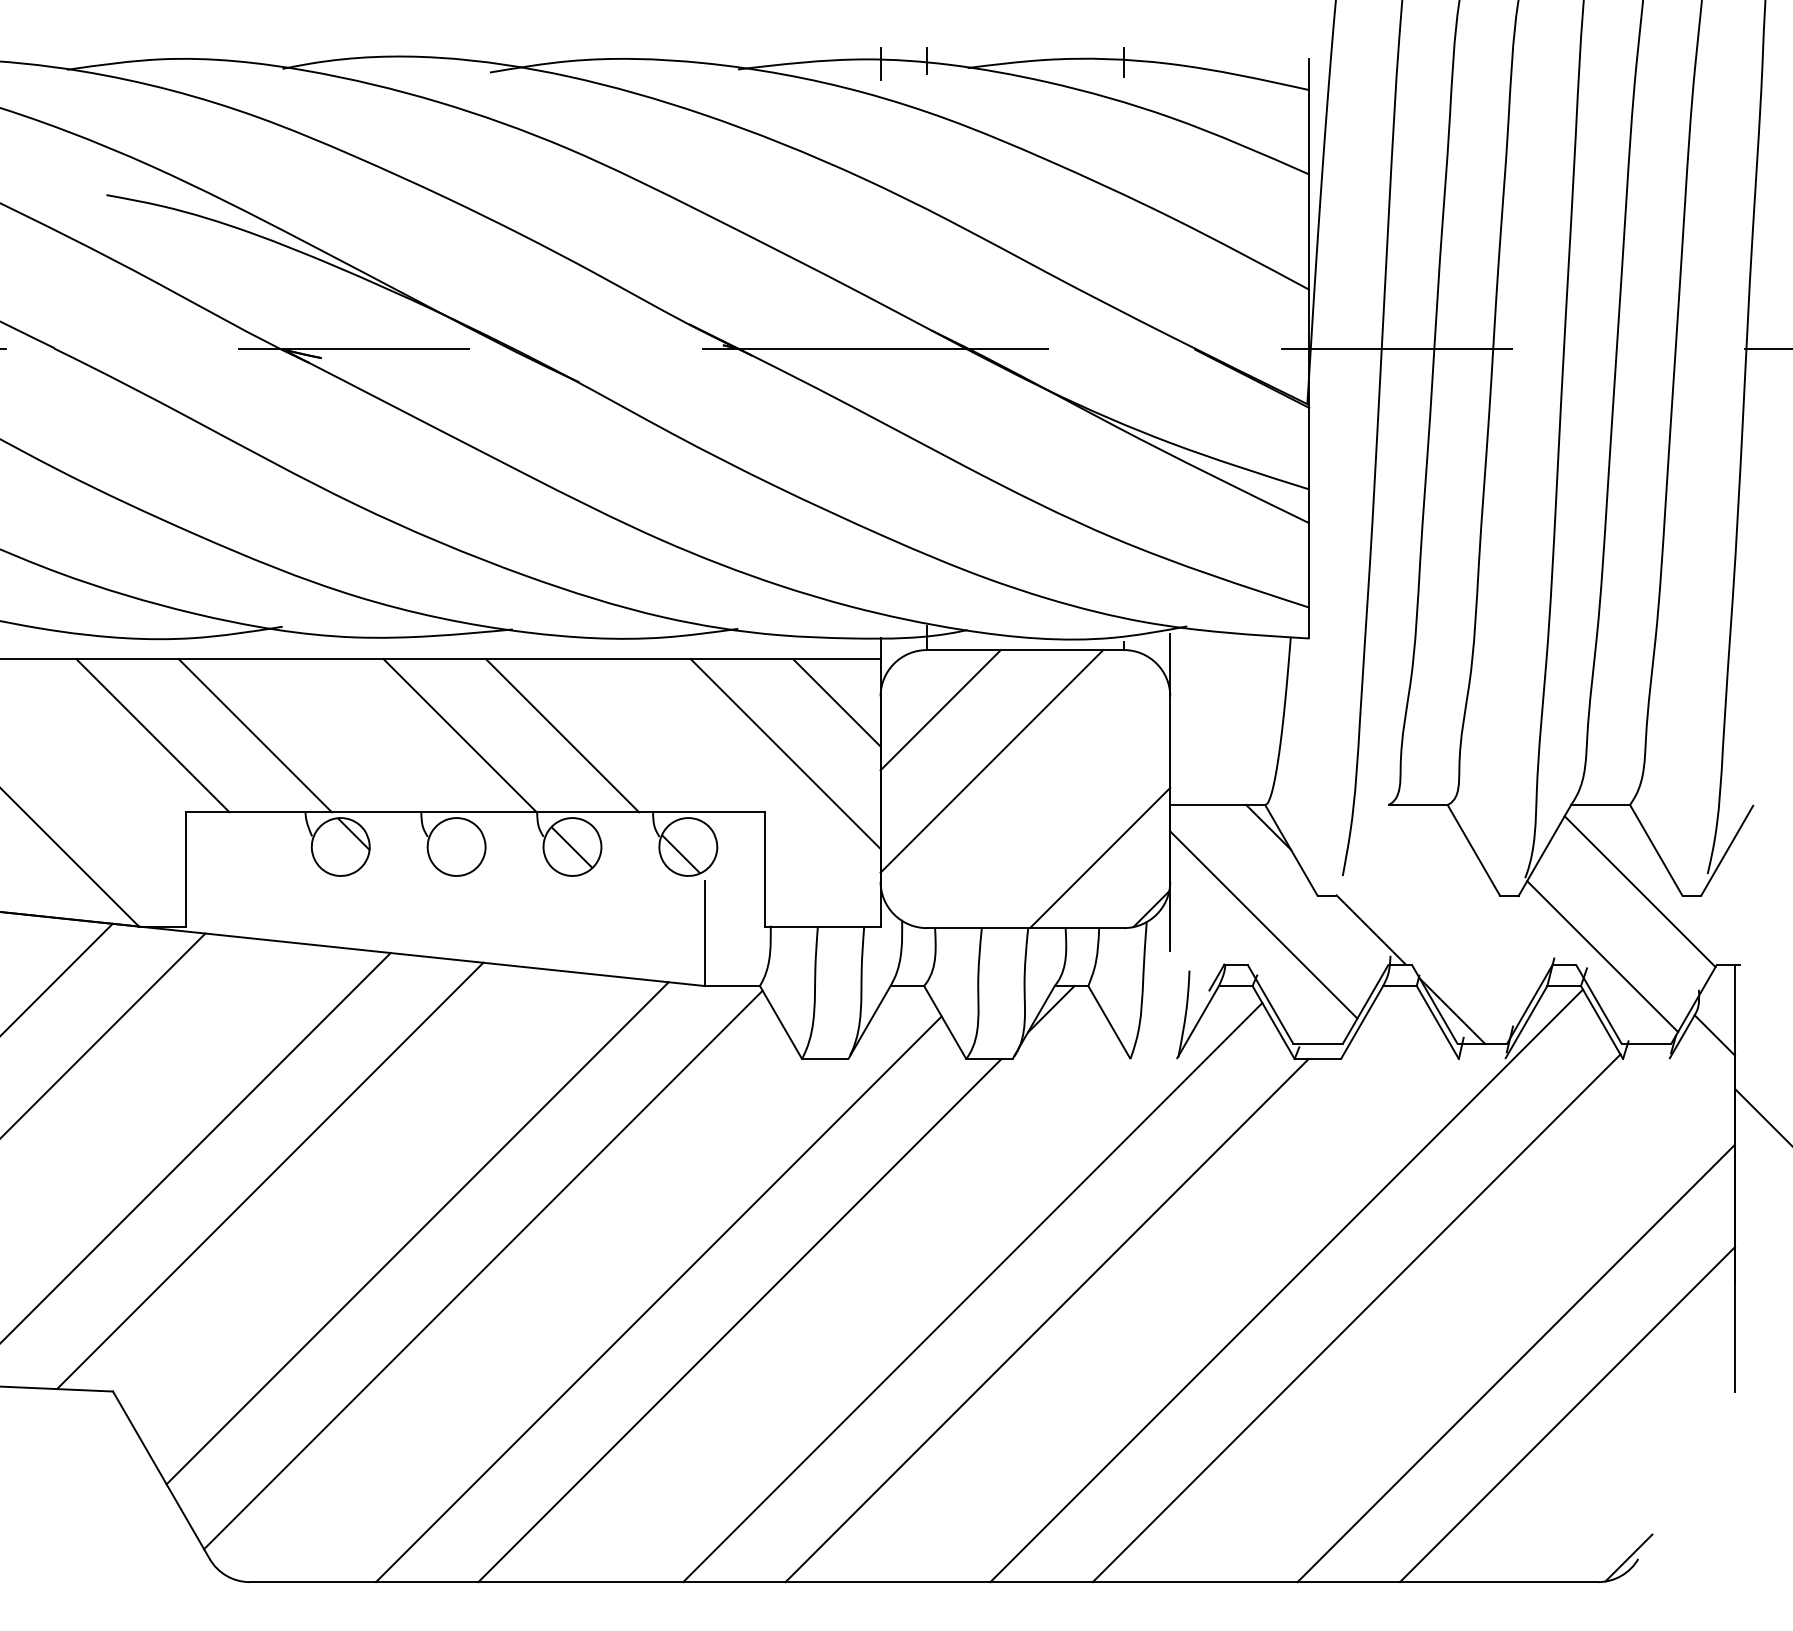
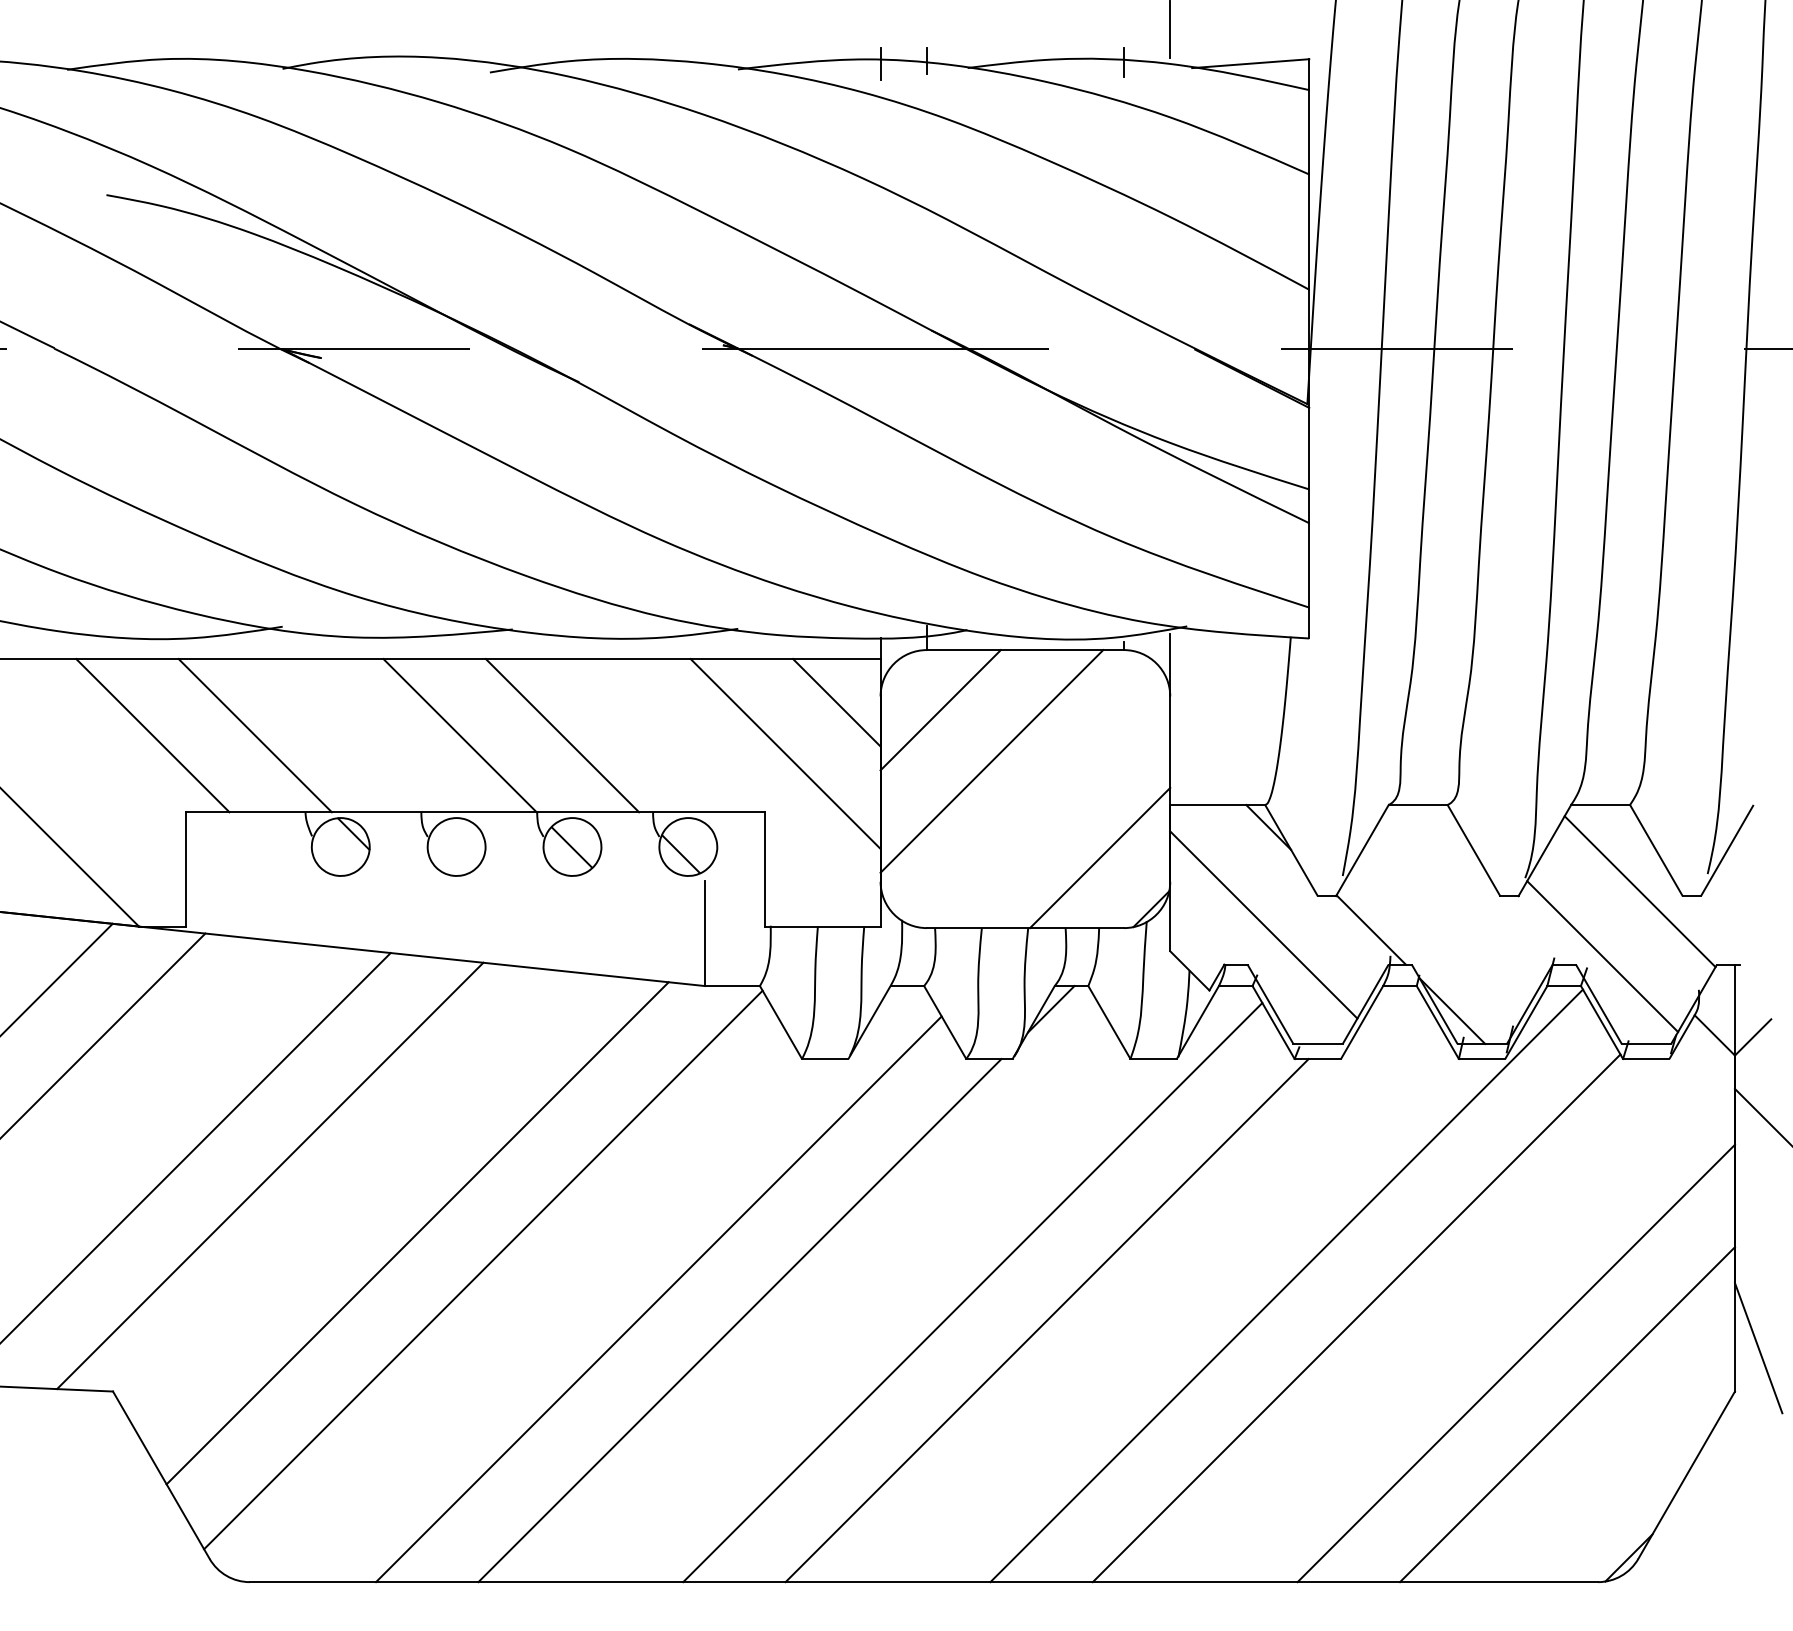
line at (1170, 30): none -> present
line at (1250, 63): none -> present
line at (1362, 850): none -> present
line at (1189, 970): none -> present
line at (1752, 1037): none -> present
line at (1153, 1059): none -> present
line at (1481, 1059): none -> present
line at (1646, 1059): none -> present
line at (1758, 1348): none -> present
line at (1686, 1474): none -> present
